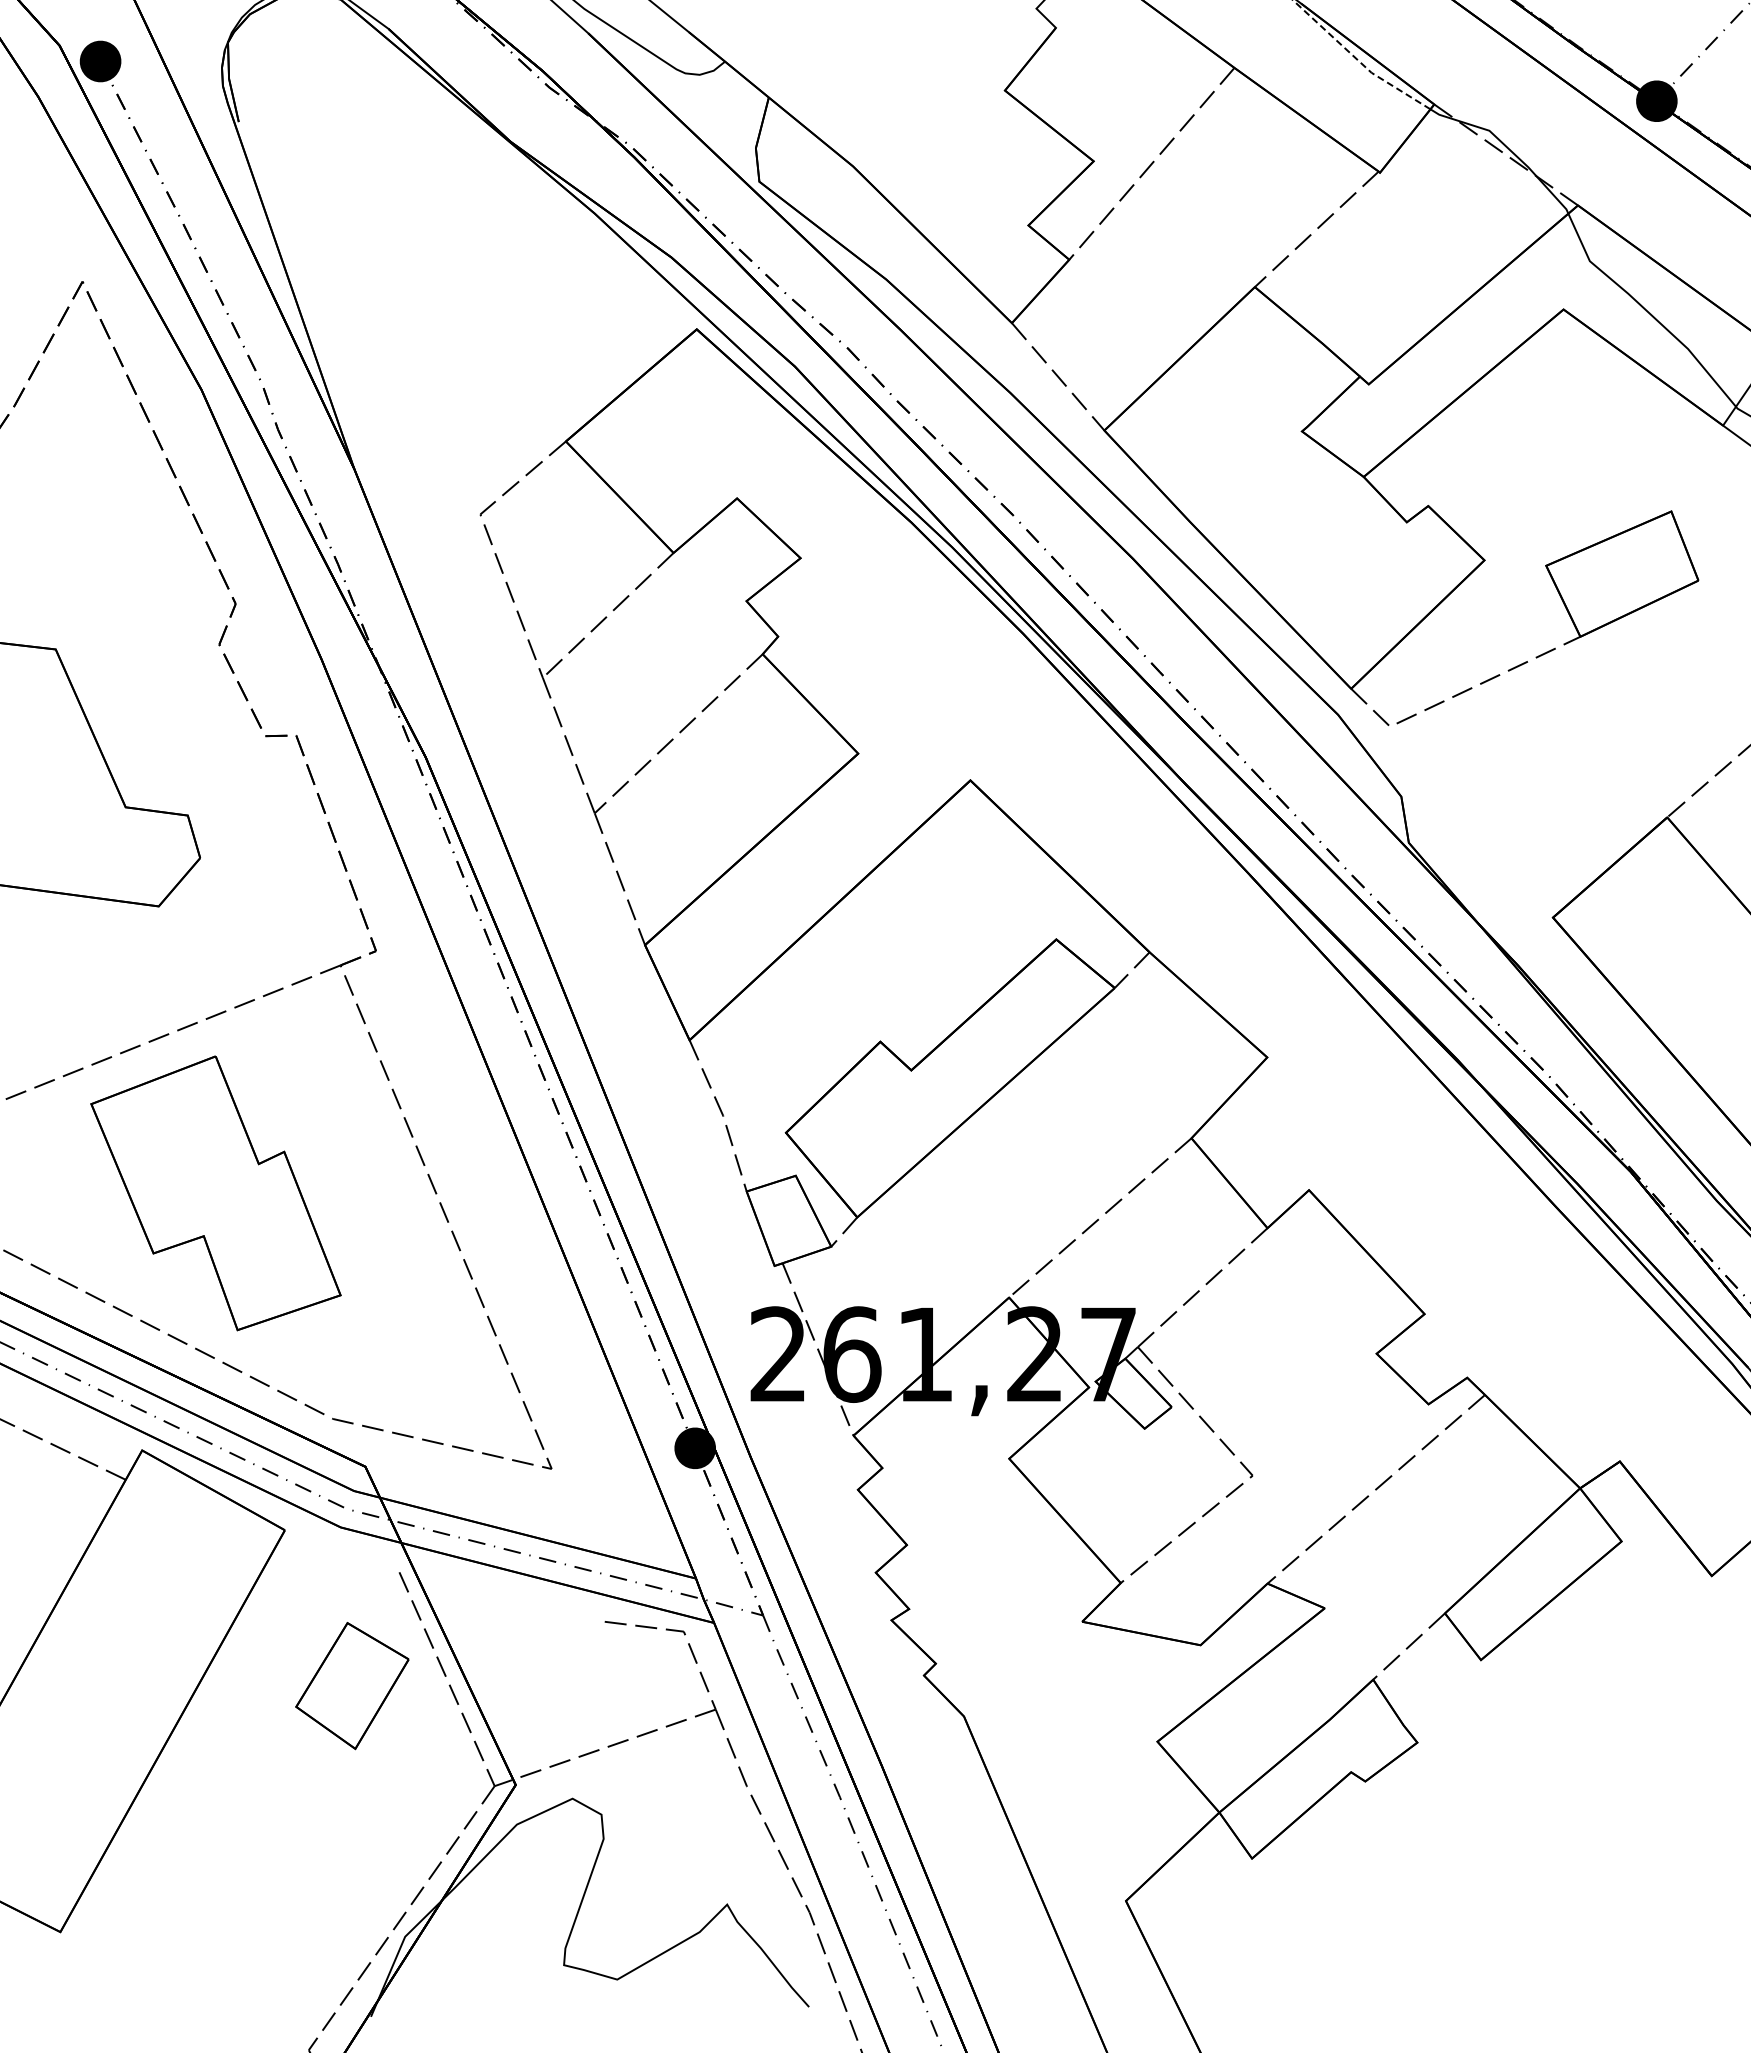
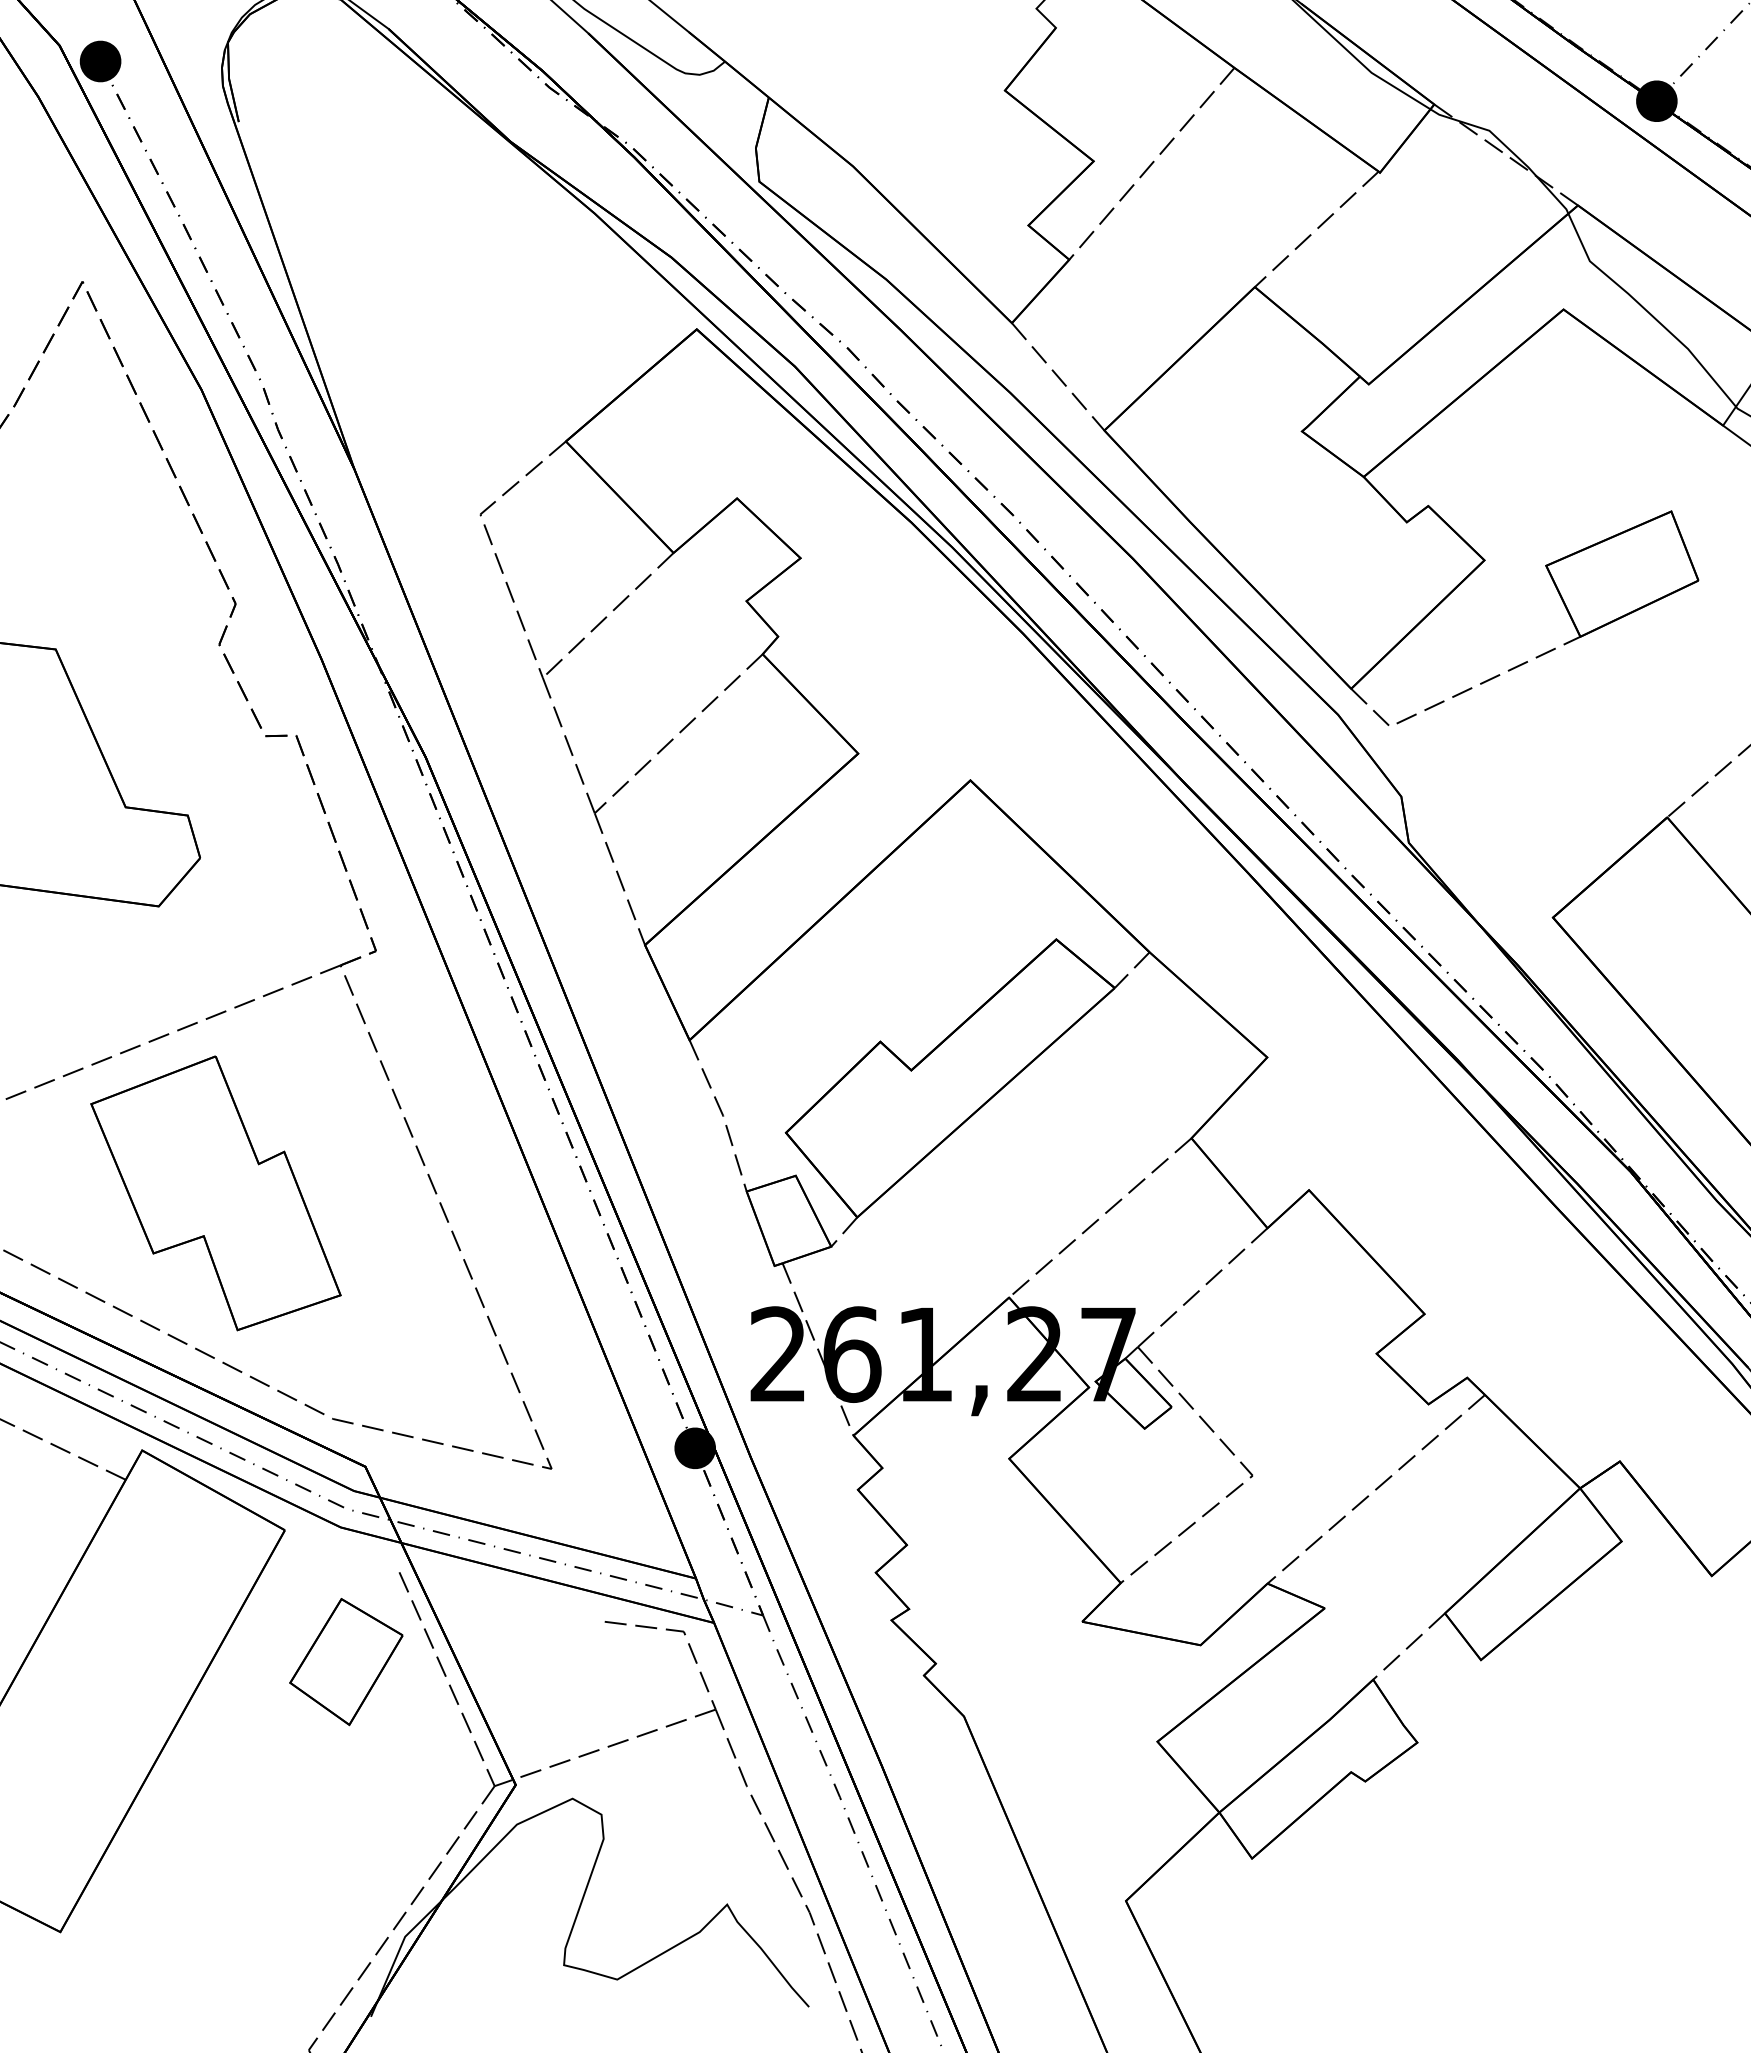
line at (1358, 60): dashed -> solid
part at (352, 1686) position: (352, 1686) -> (346, 1662)
